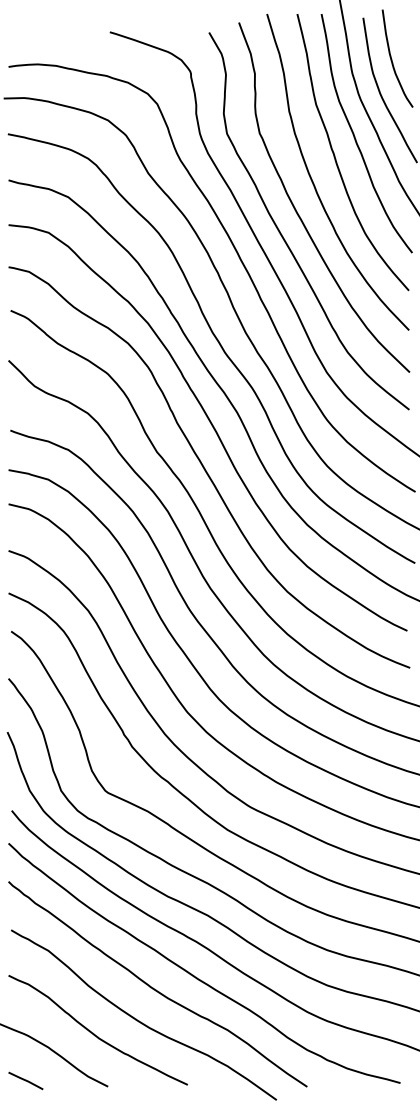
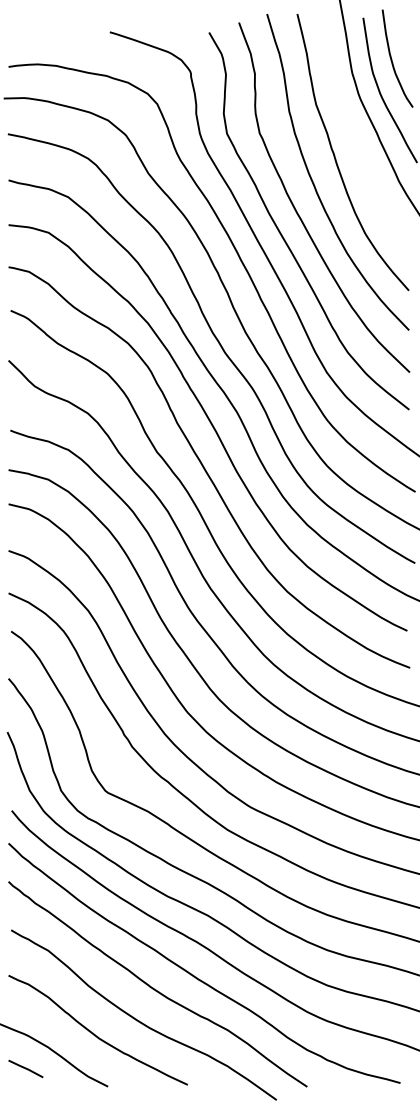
curve at (355, 136): present -> none
line at (25, 1080) position: (25, 1080) -> (25, 1068)
